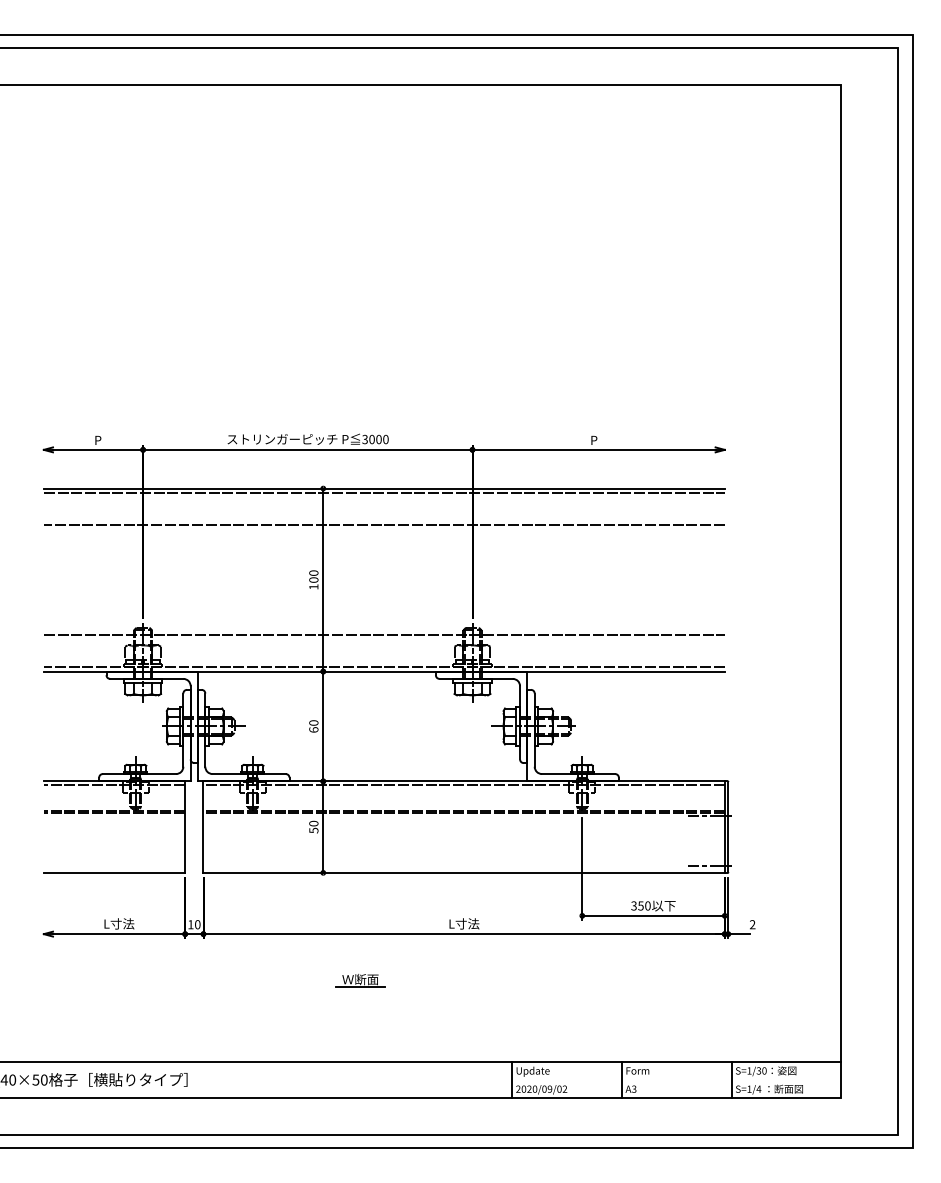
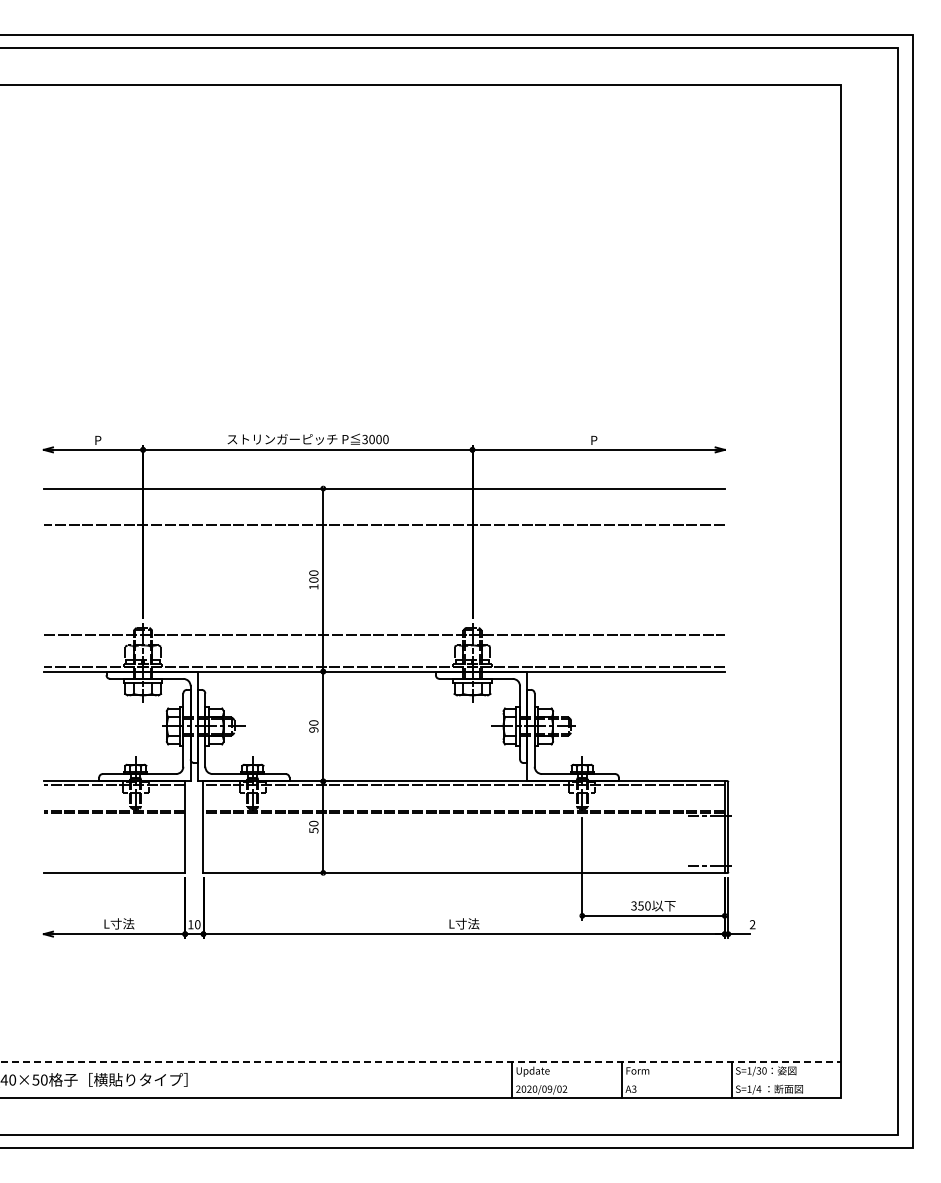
line at (383, 492): present -> none
text at (313, 729): 60 -> 90
part at (360, 980): present -> none
line at (421, 1061): solid -> dashed
